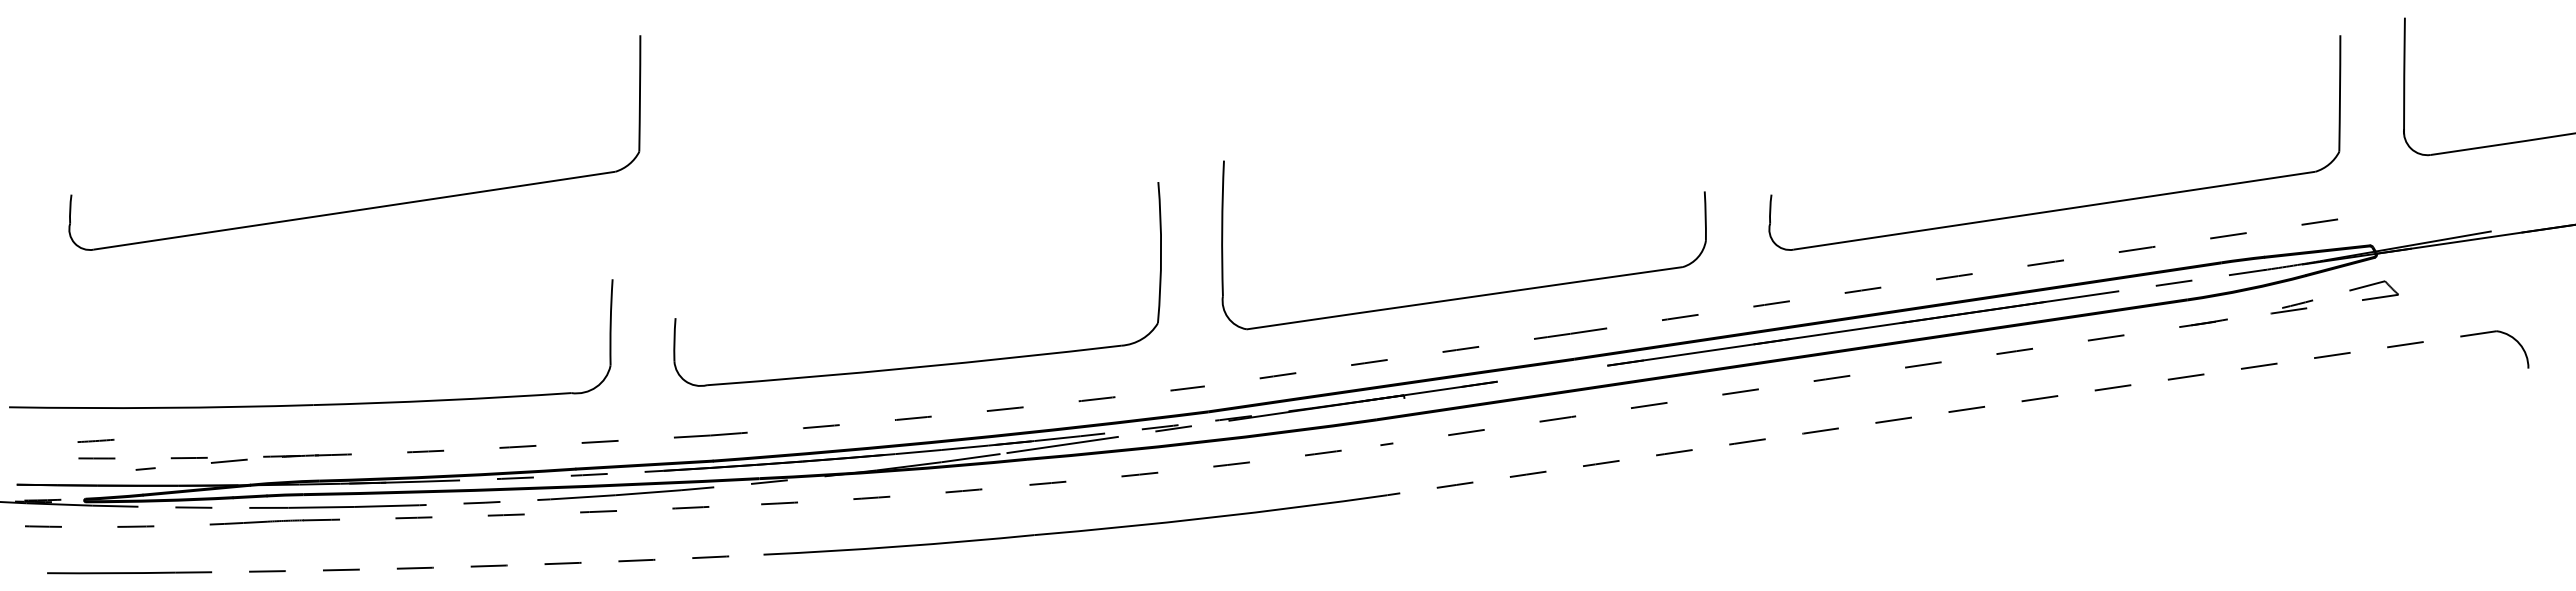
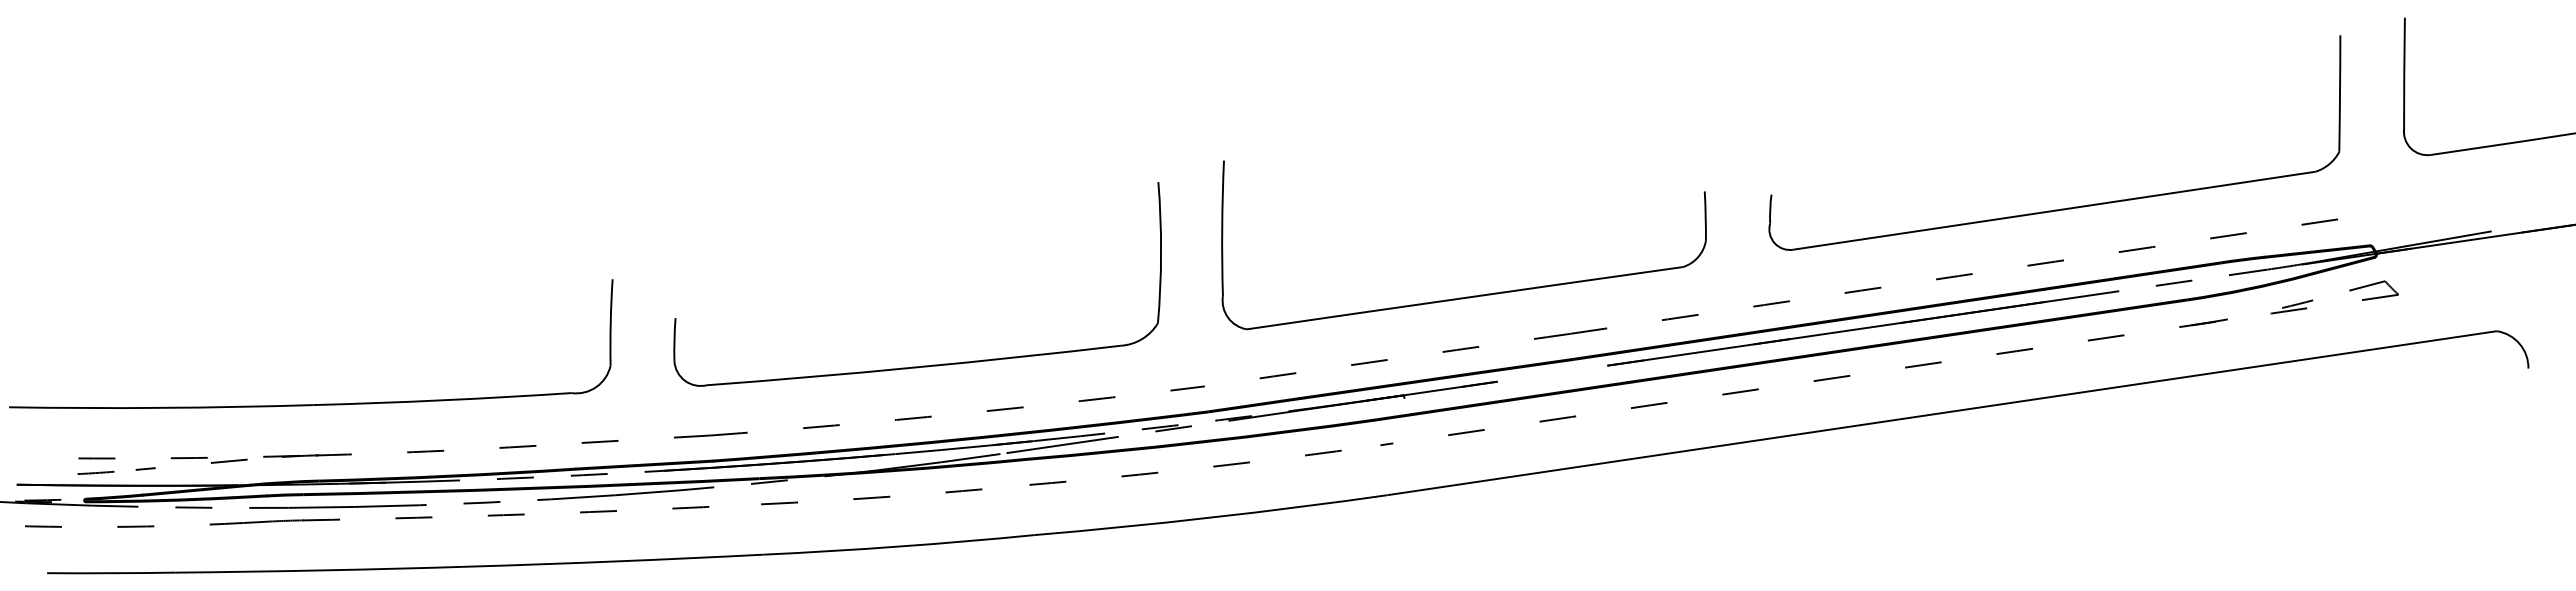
part at (367, 207): present -> none
arc at (1942, 413): dashed -> solid
line at (95, 440) position: (95, 440) -> (95, 472)
arc at (469, 566): dashed -> solid
